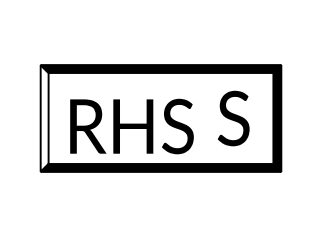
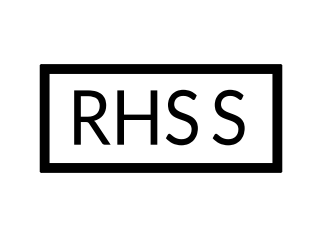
fill at (44, 118): none -> present
text at (233, 118) position: (233, 118) -> (228, 117)
text at (131, 126) position: (131, 126) -> (135, 117)
